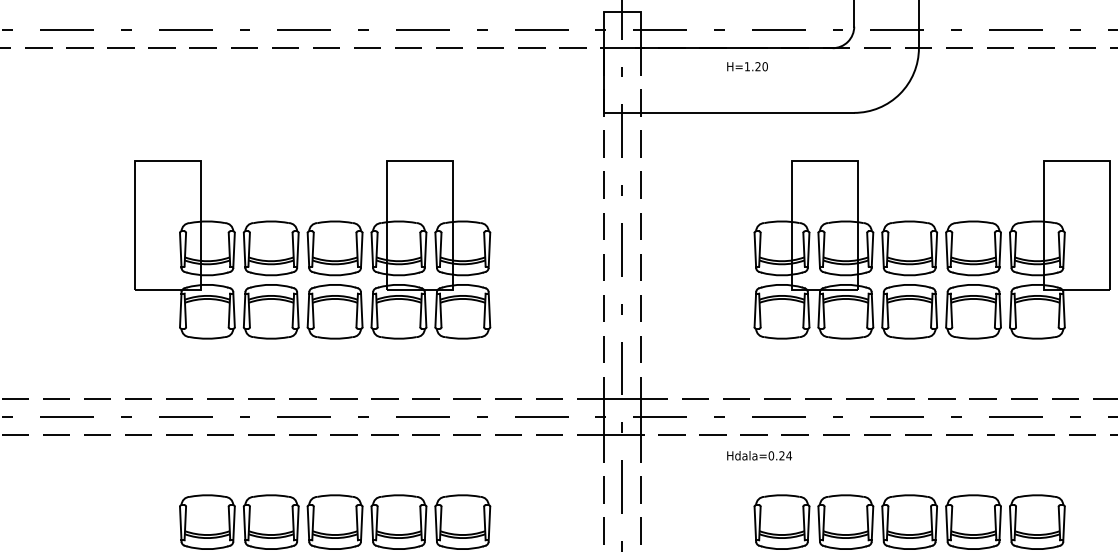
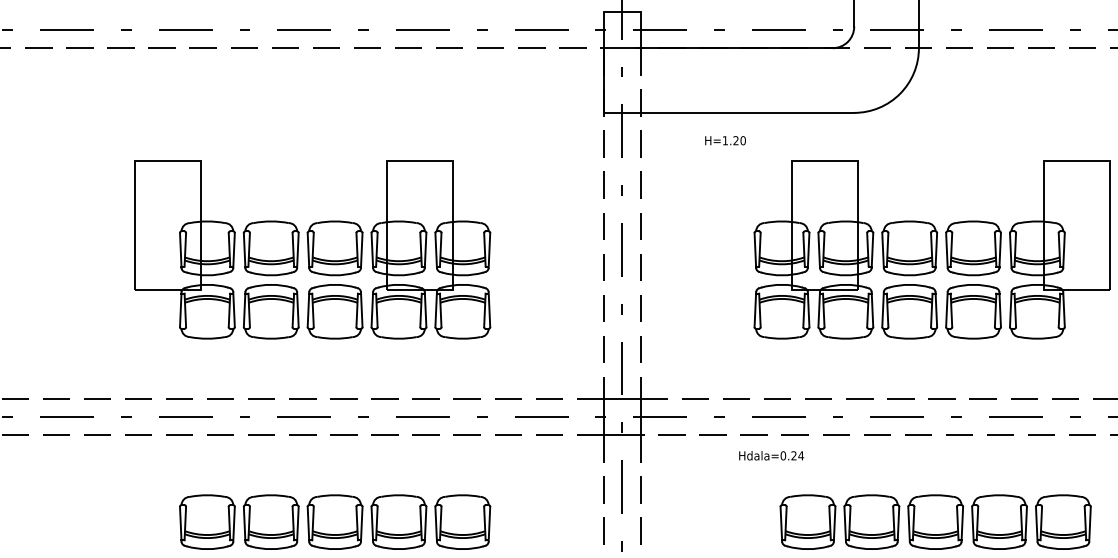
text at (747, 66) position: (747, 66) -> (725, 140)
text at (759, 455) position: (759, 455) -> (771, 455)
part at (909, 521) position: (909, 521) -> (935, 521)
